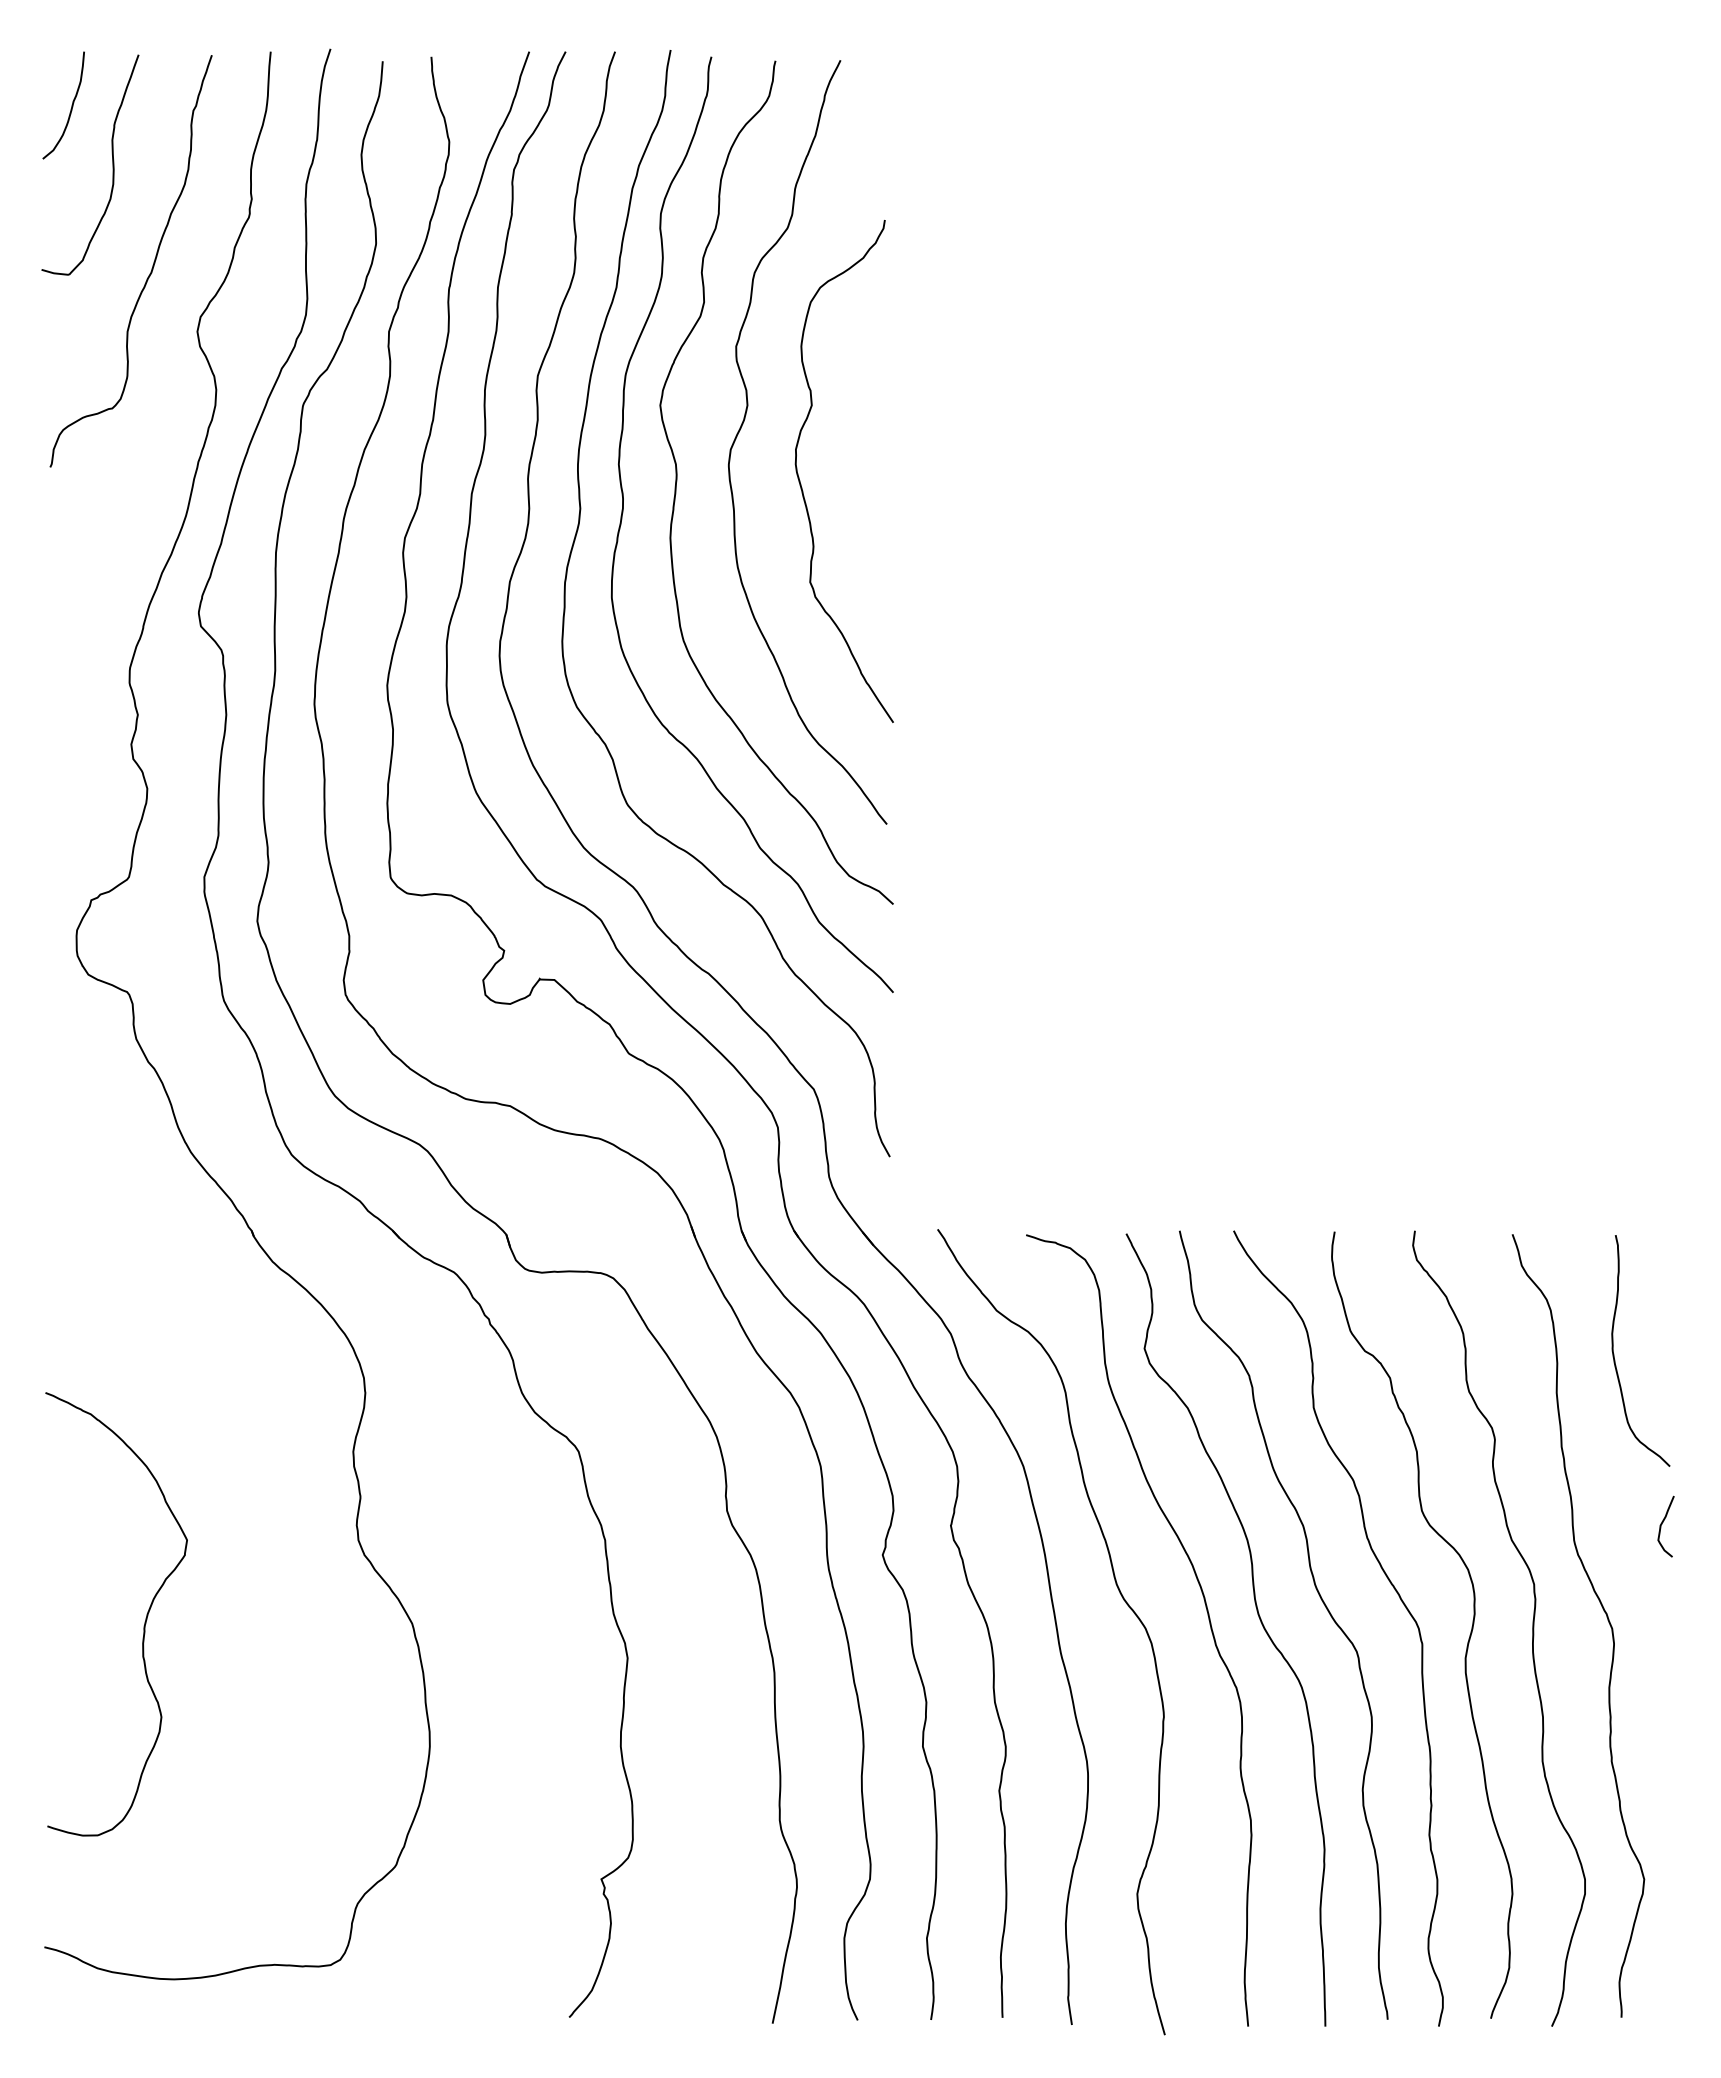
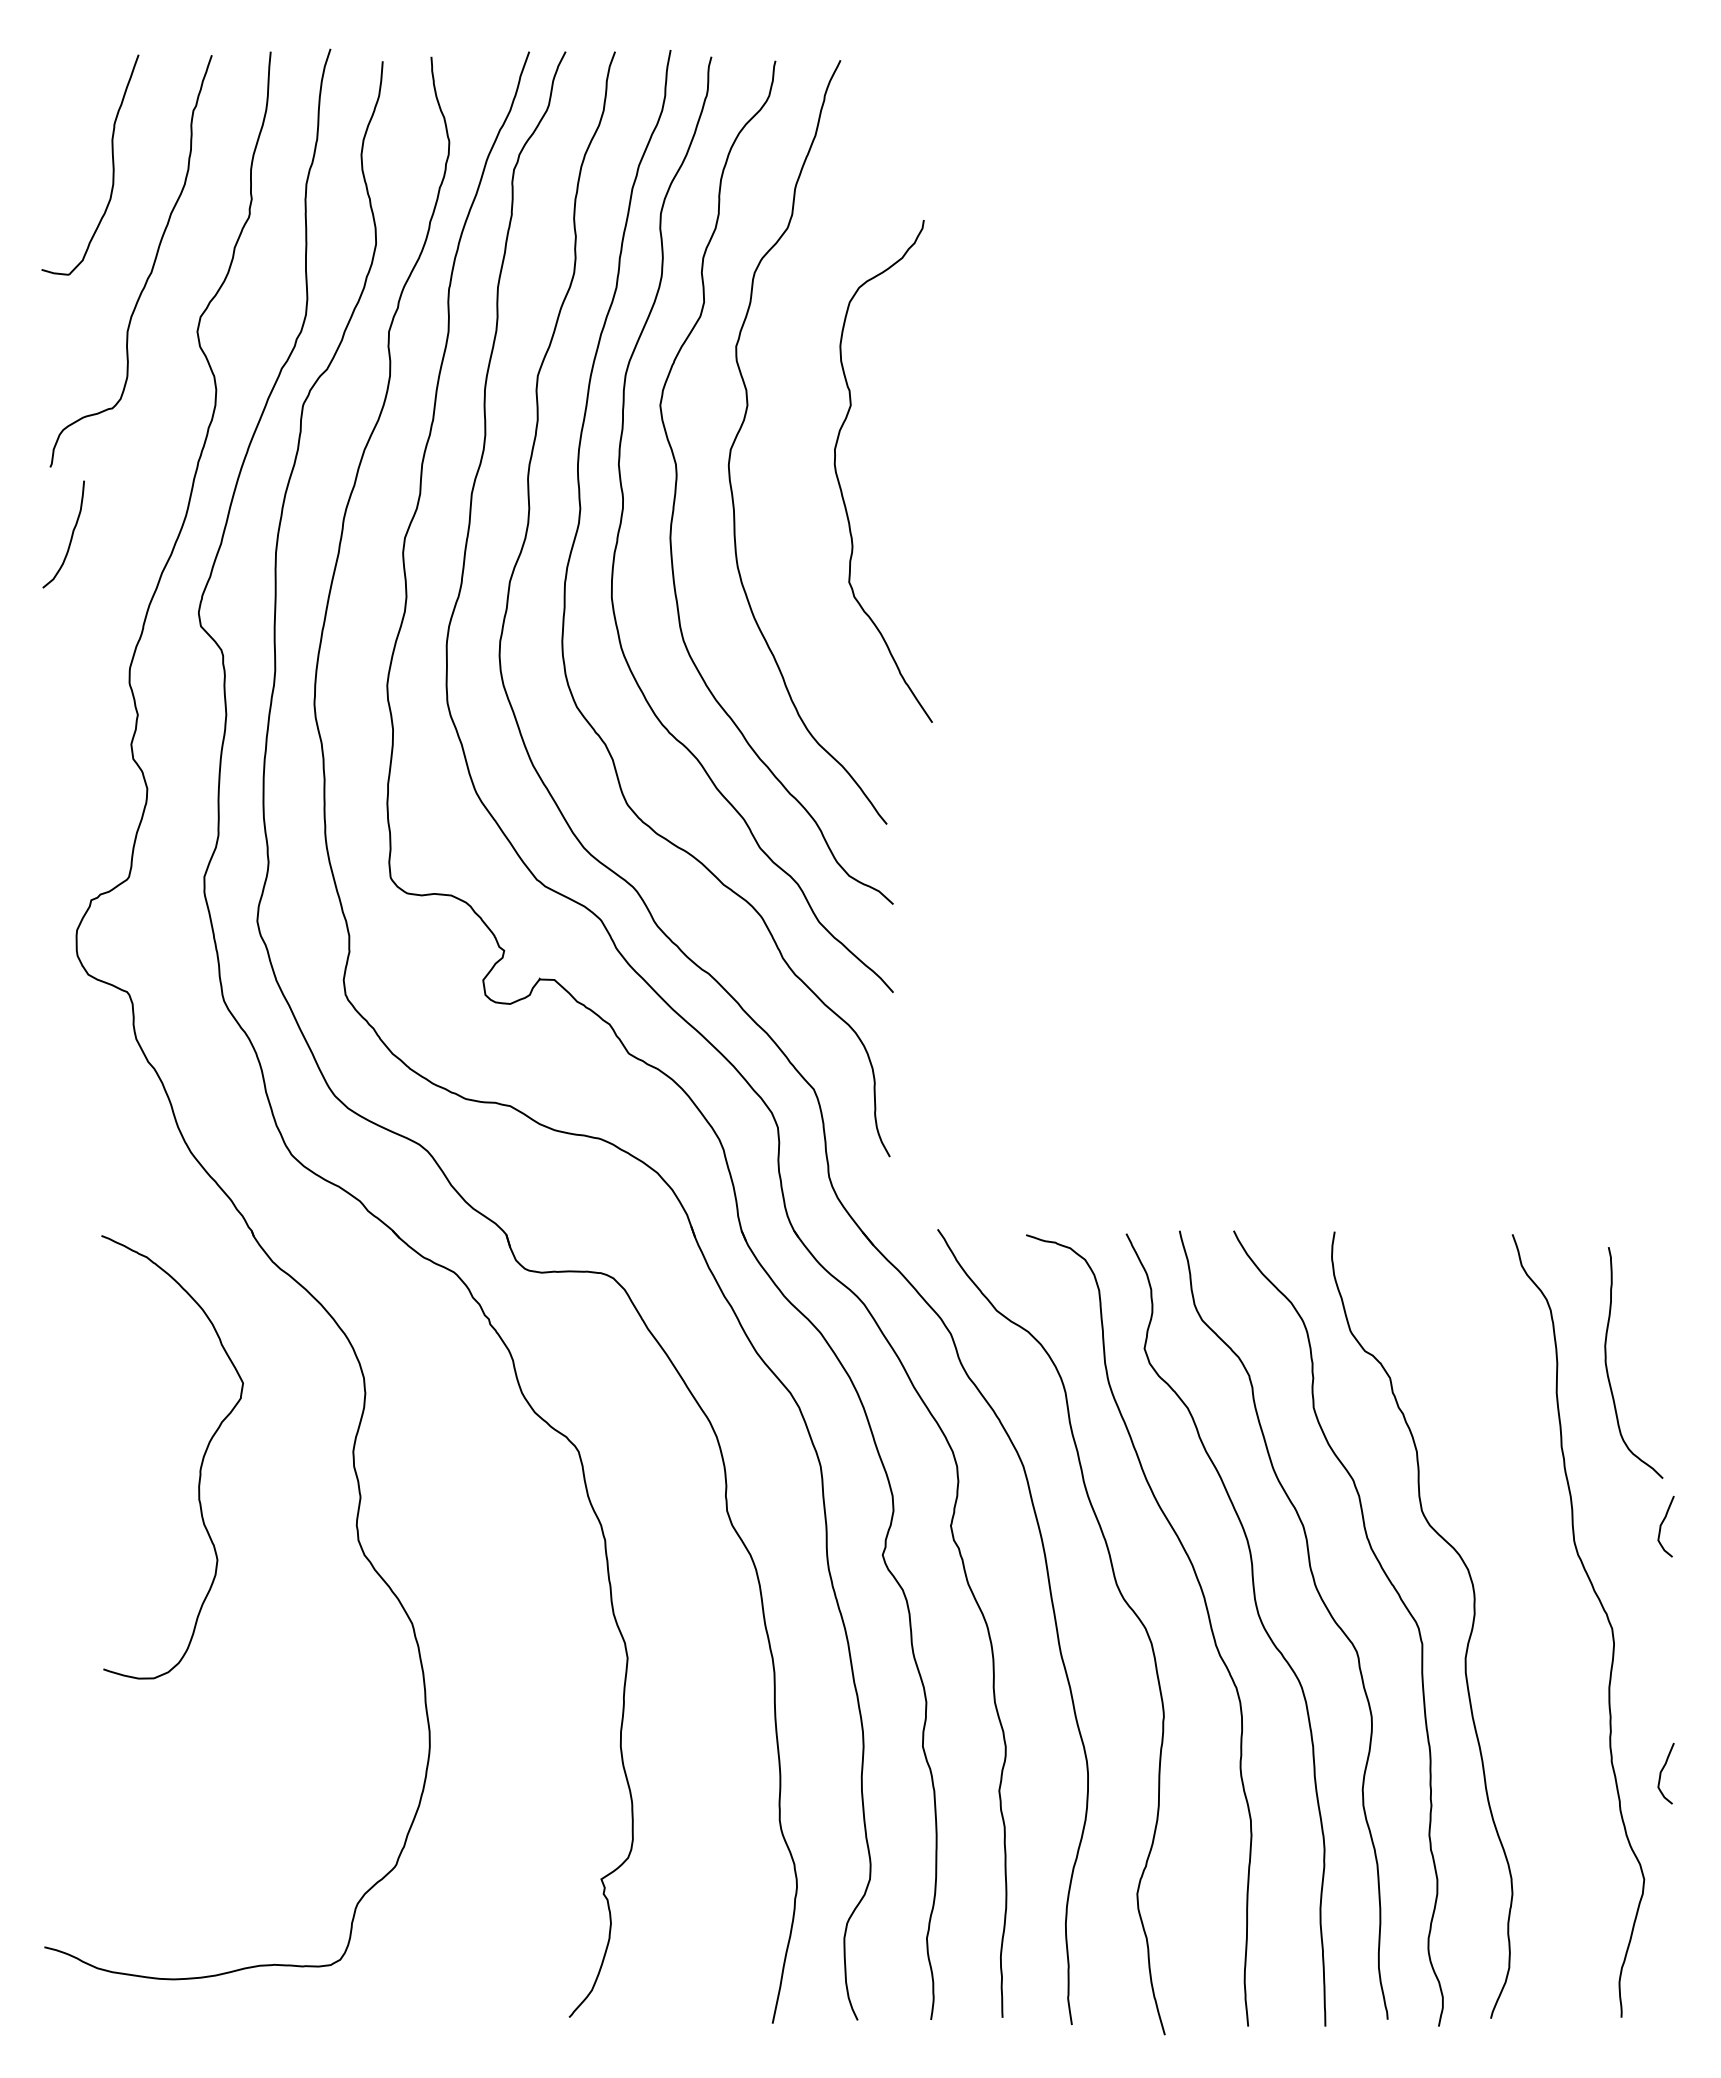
curve at (71, 105) position: (71, 105) -> (71, 534)
curve at (800, 480) position: (800, 480) -> (839, 480)
curve at (1614, 1354) position: (1614, 1354) -> (1607, 1366)
curve at (144, 1622) position: (144, 1622) -> (200, 1465)
curve at (1532, 1628): present -> none
curve at (1662, 1771): none -> present
